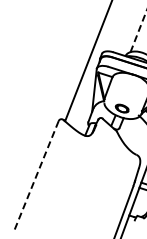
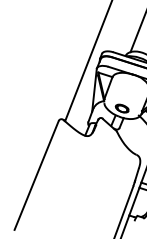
line at (138, 30): dashed -> solid
line at (36, 175): dashed -> solid
